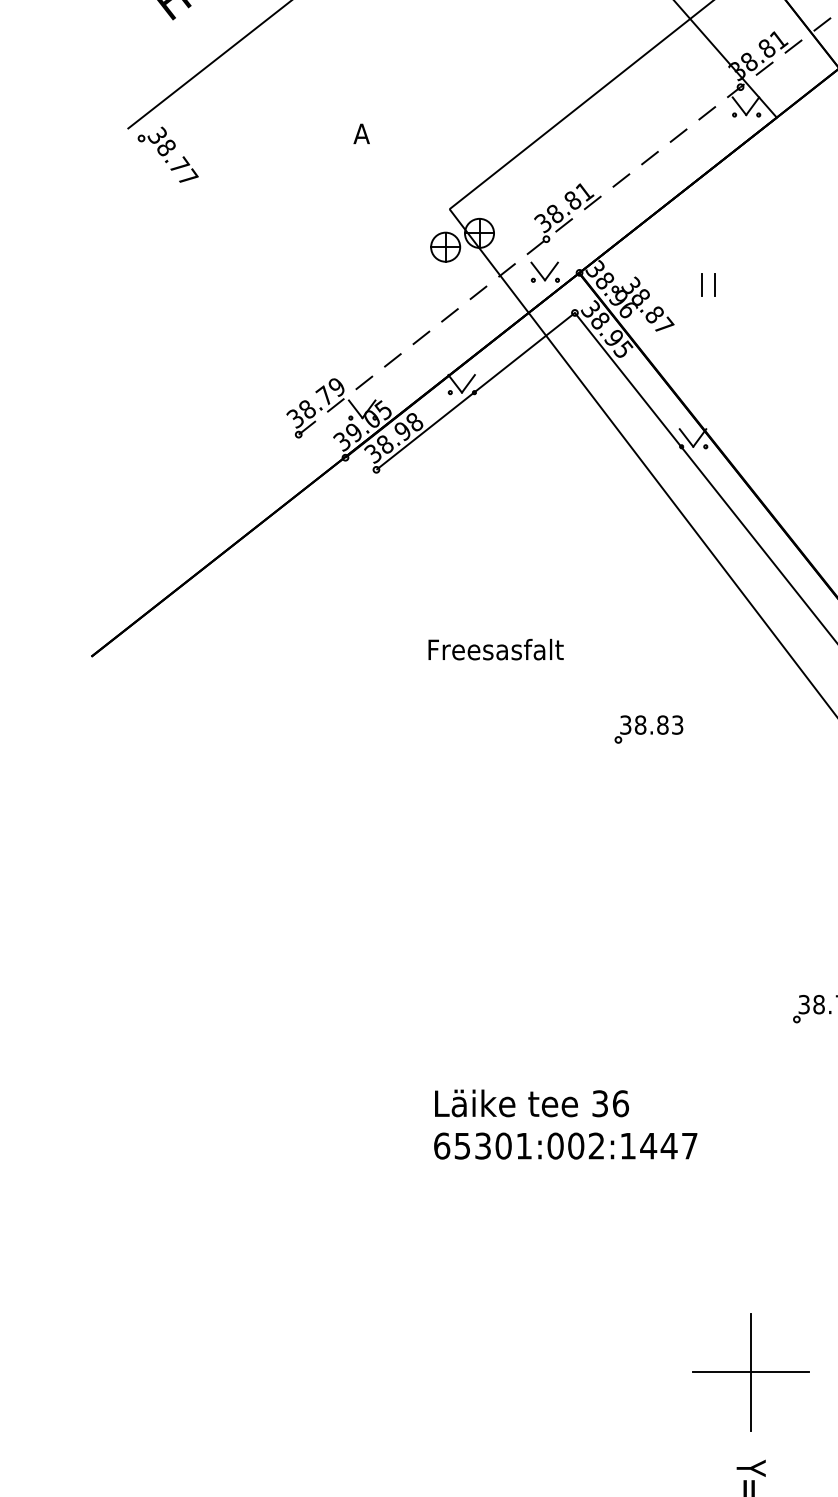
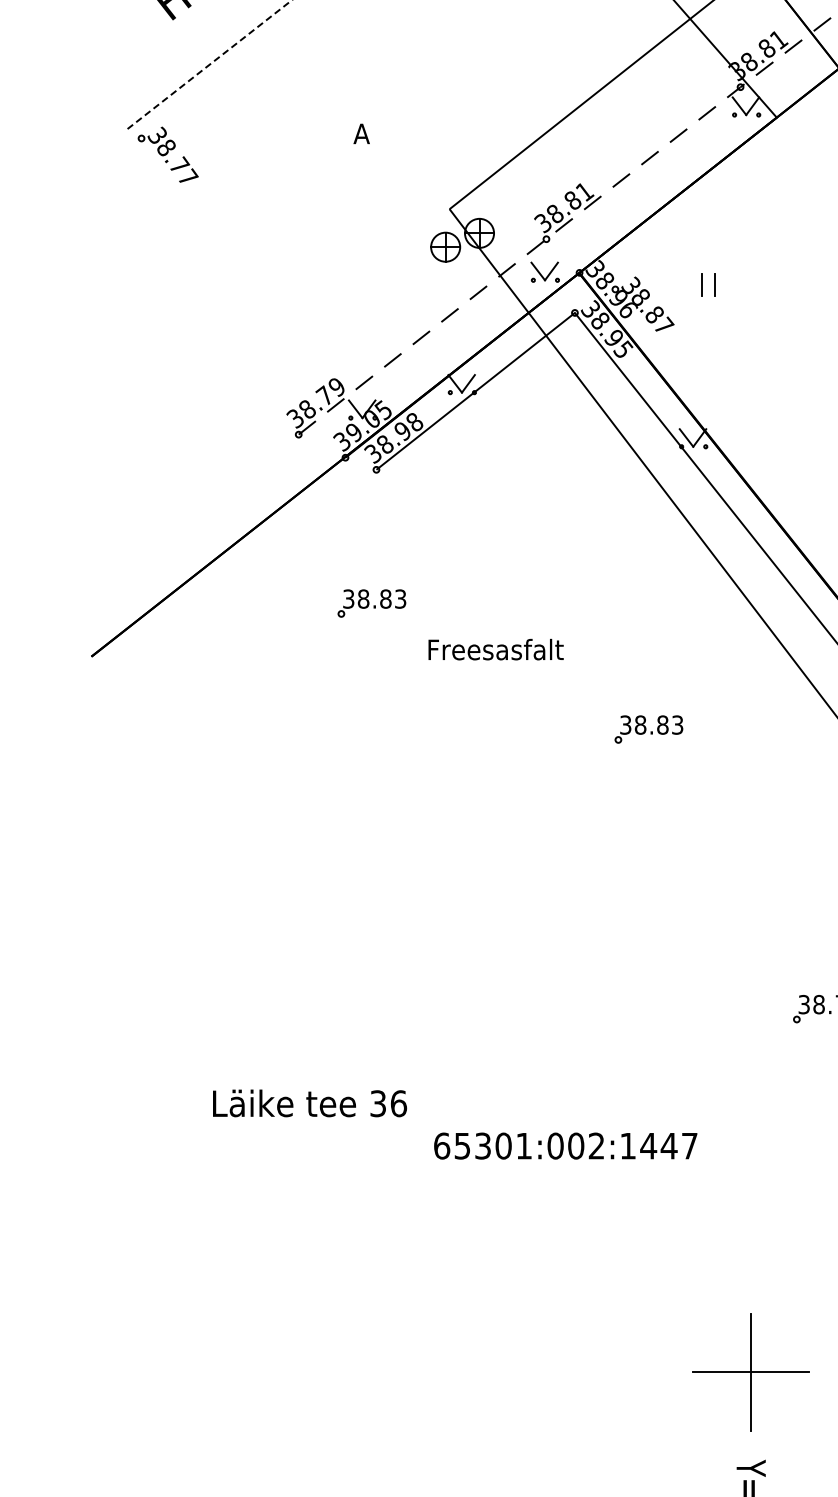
line at (210, 64): solid -> dashed
part at (371, 603): none -> present
text at (532, 1103) position: (532, 1103) -> (310, 1103)
